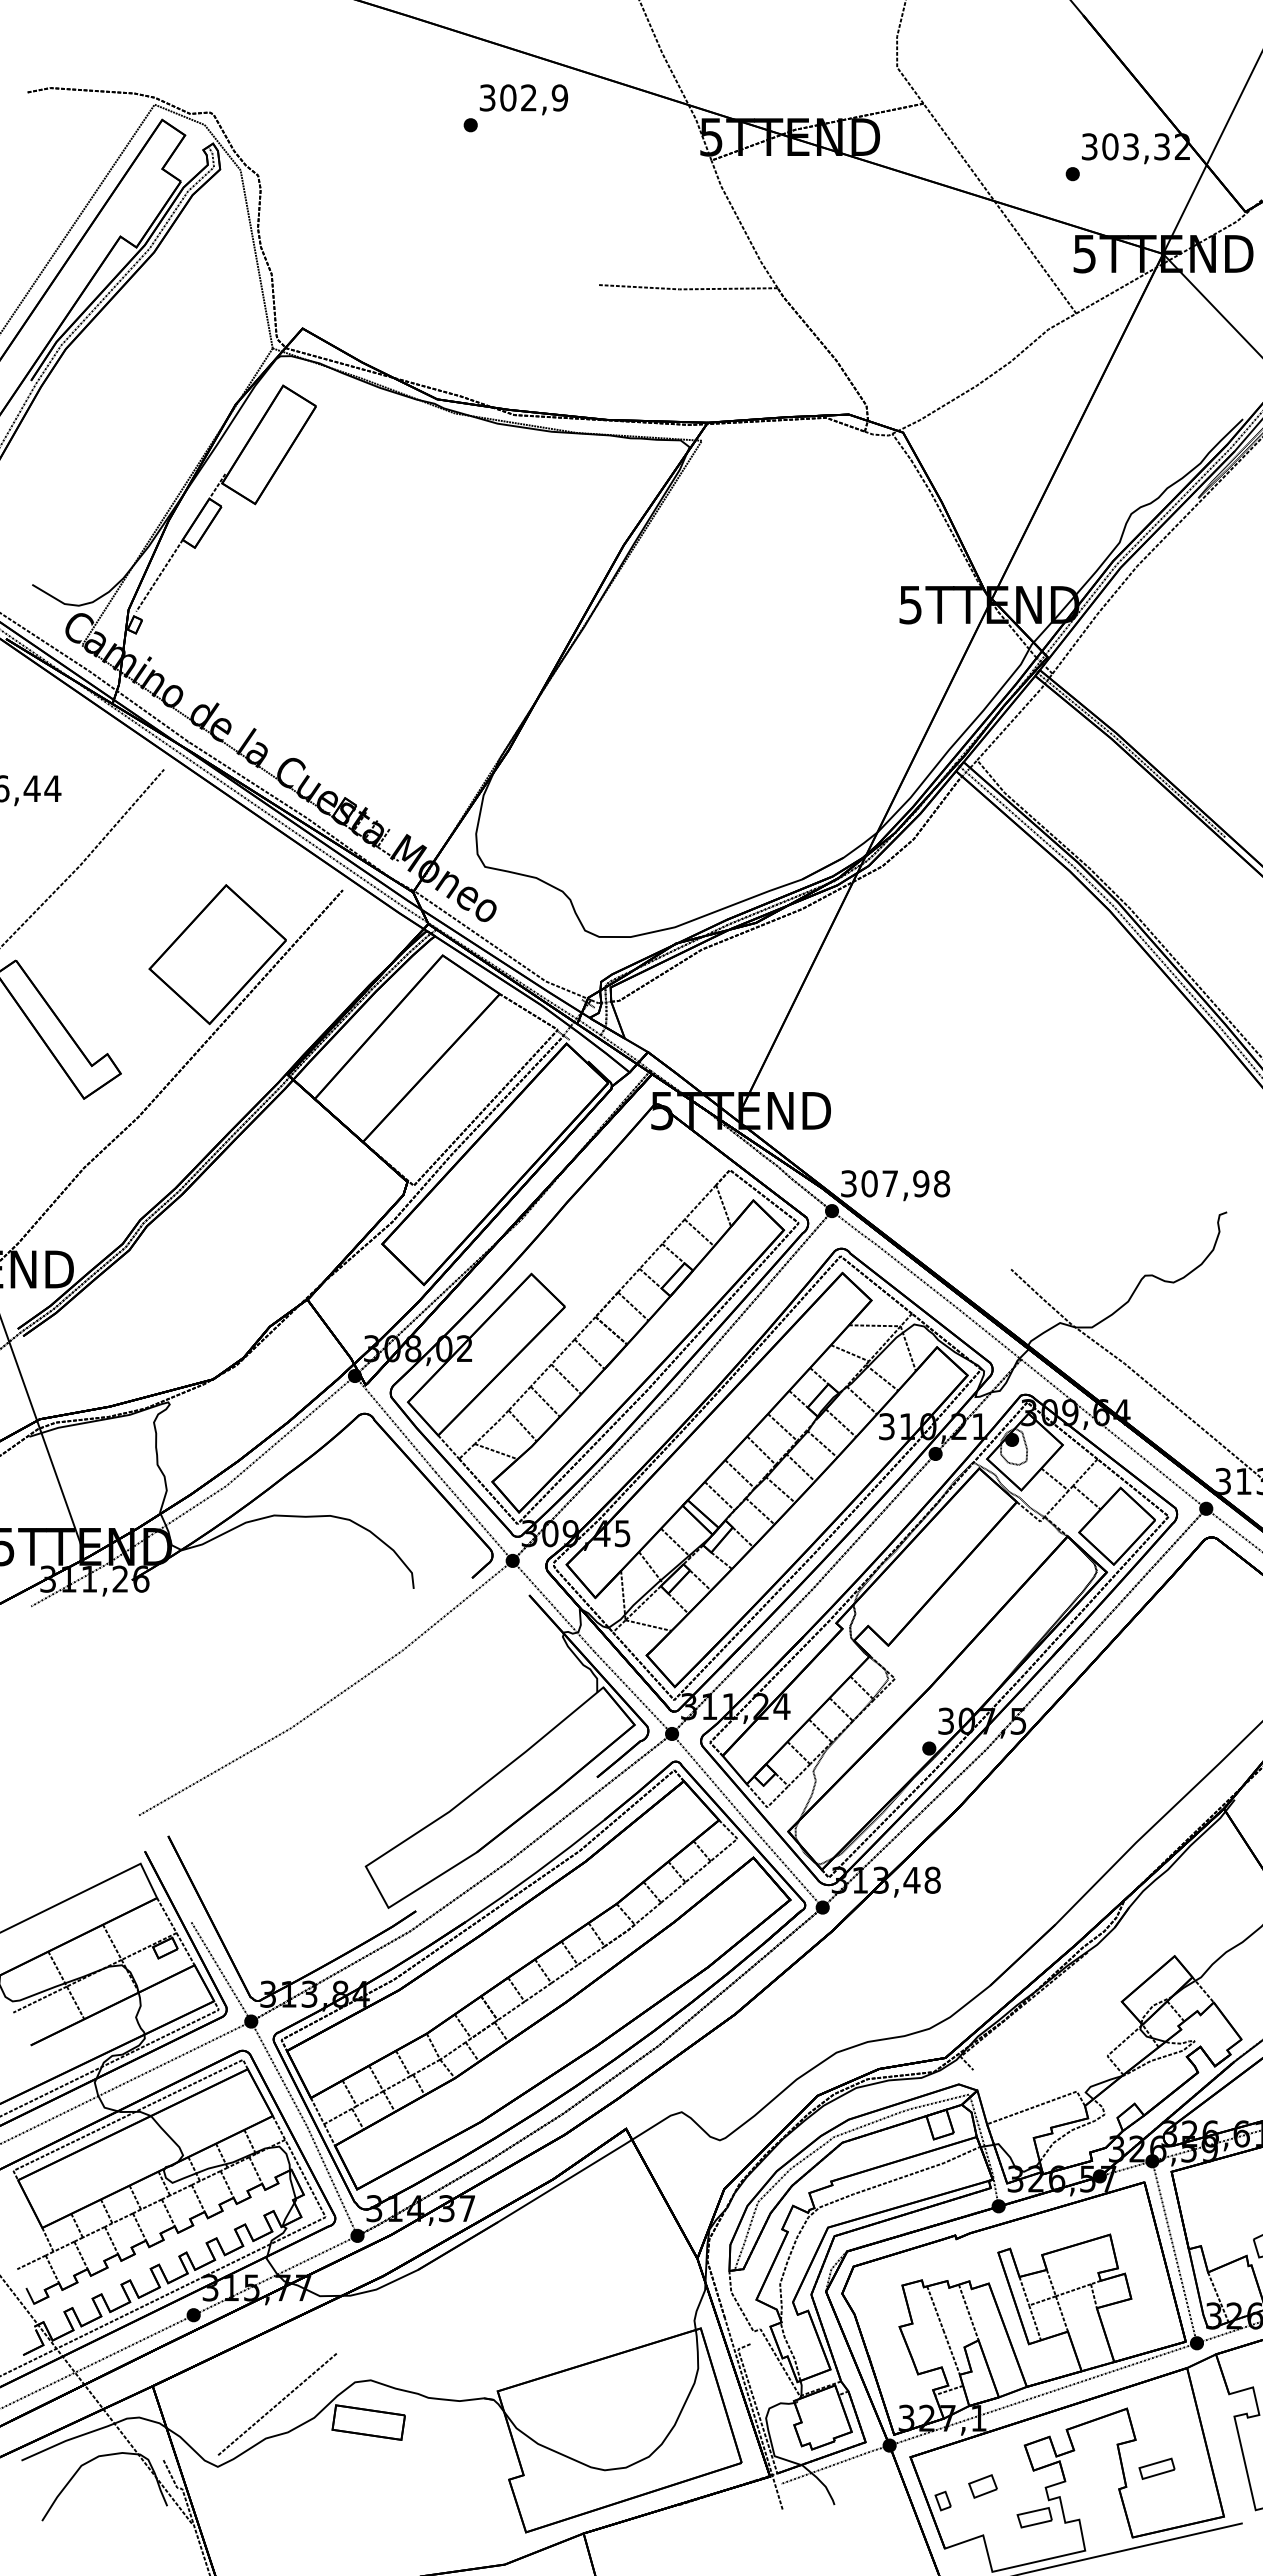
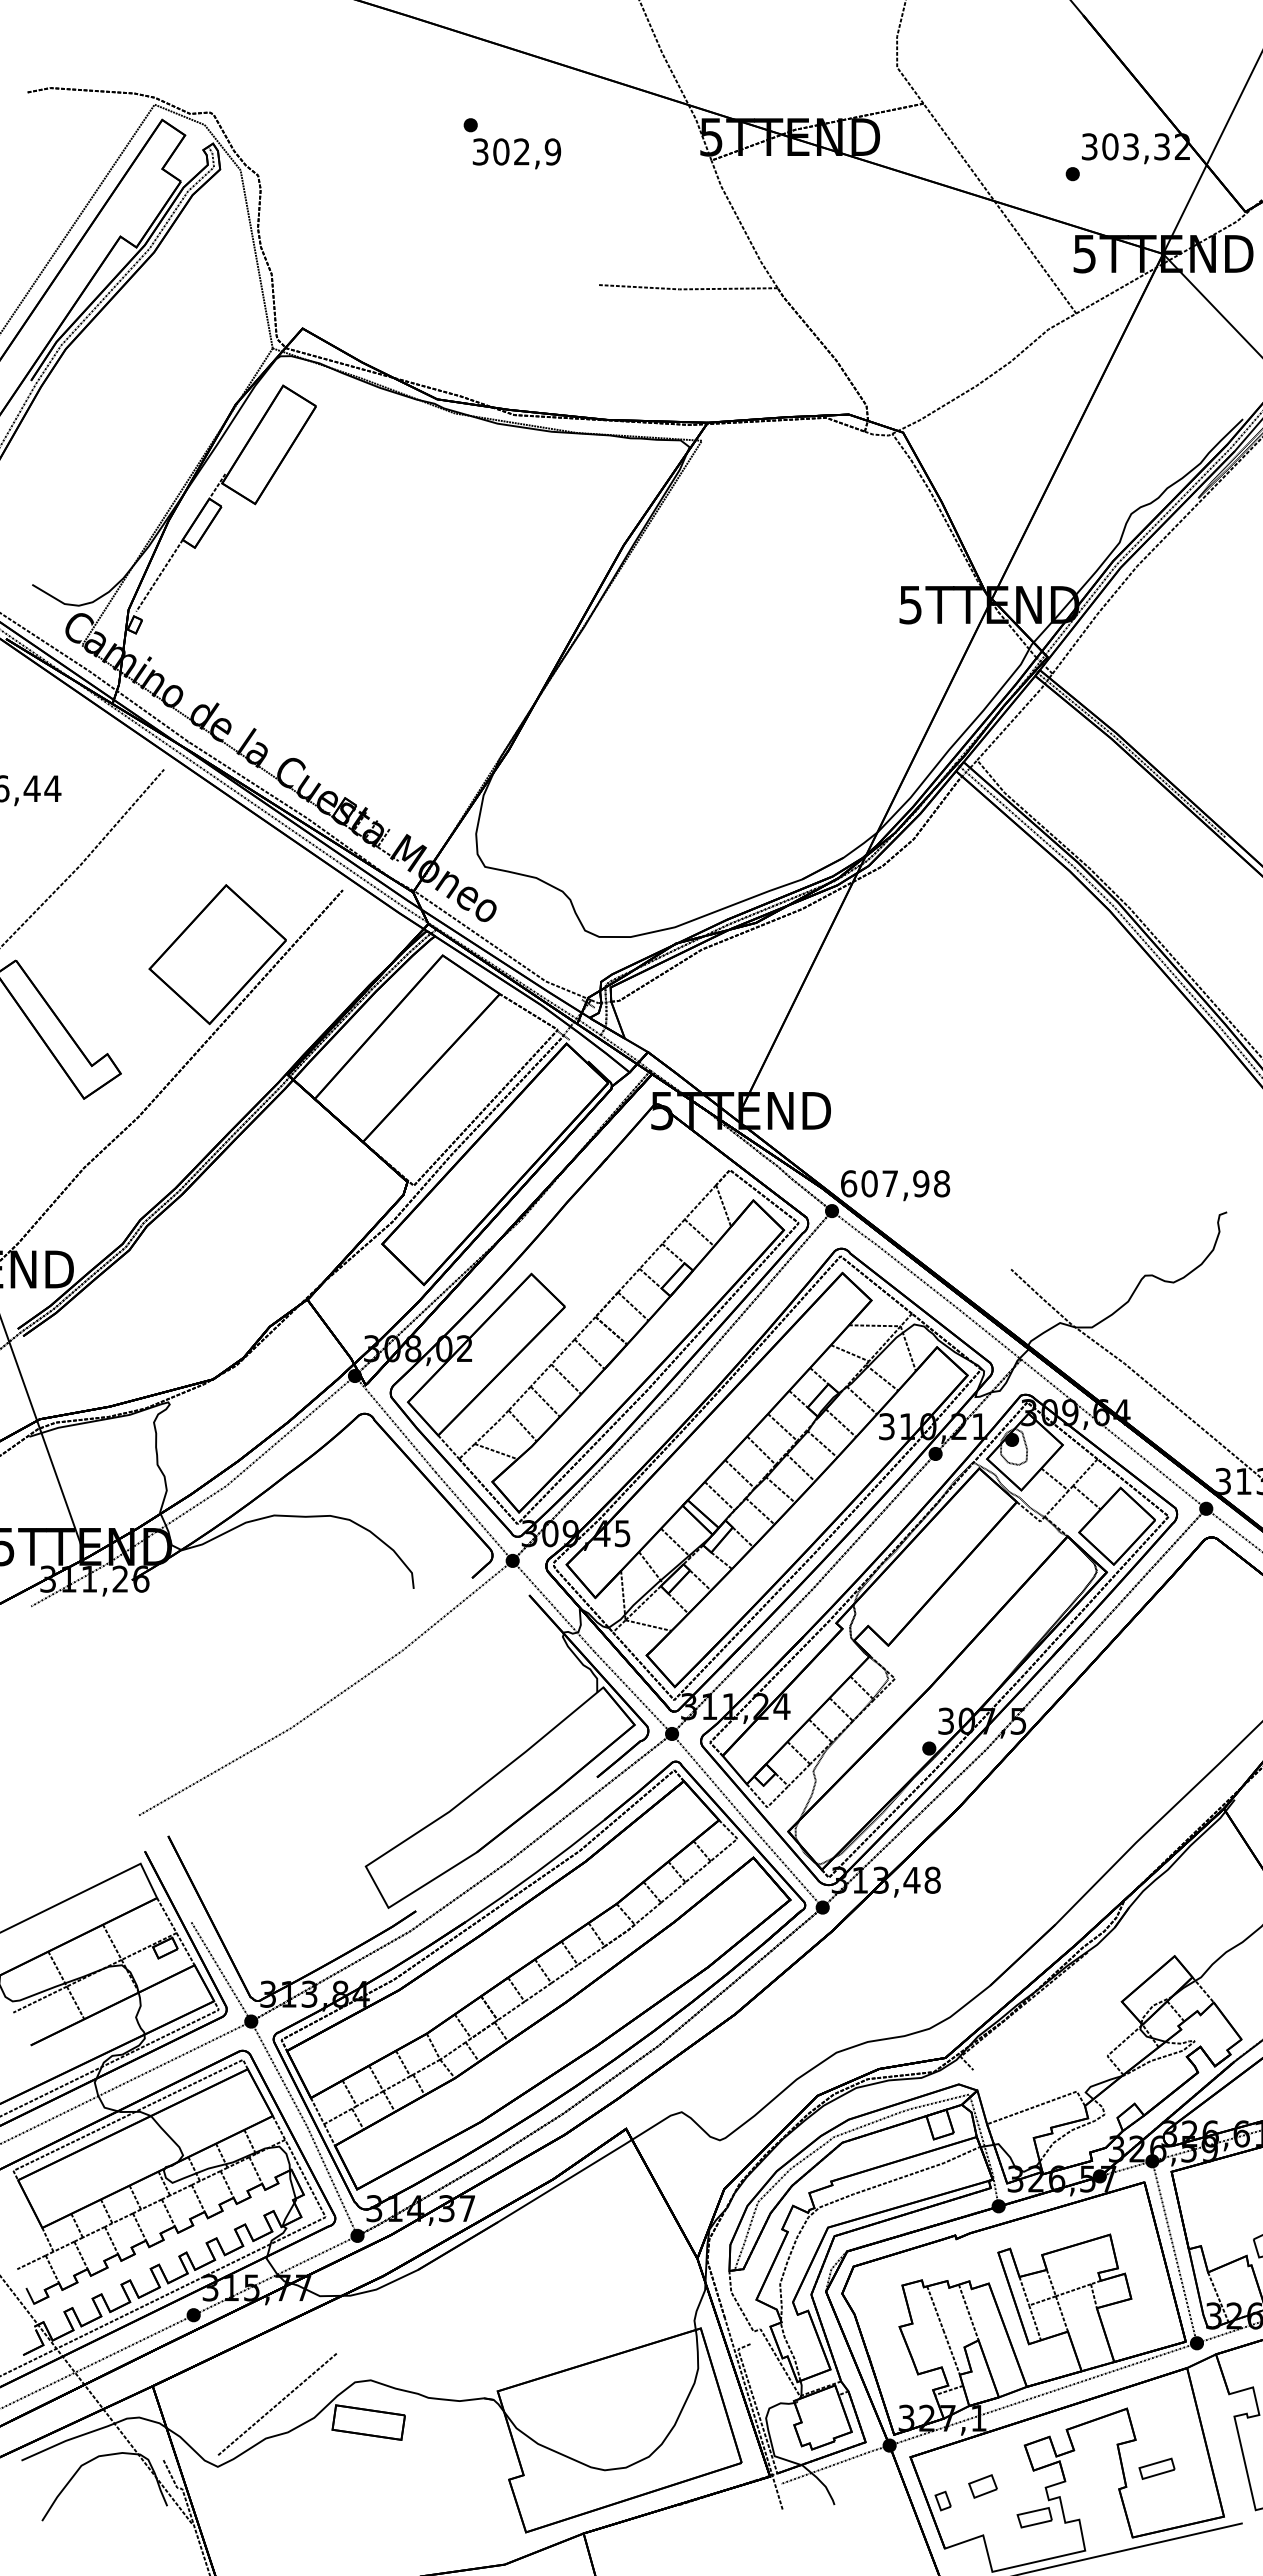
text at (523, 99) position: (523, 99) -> (516, 153)
text at (849, 1183): 307,98 -> 607,98
